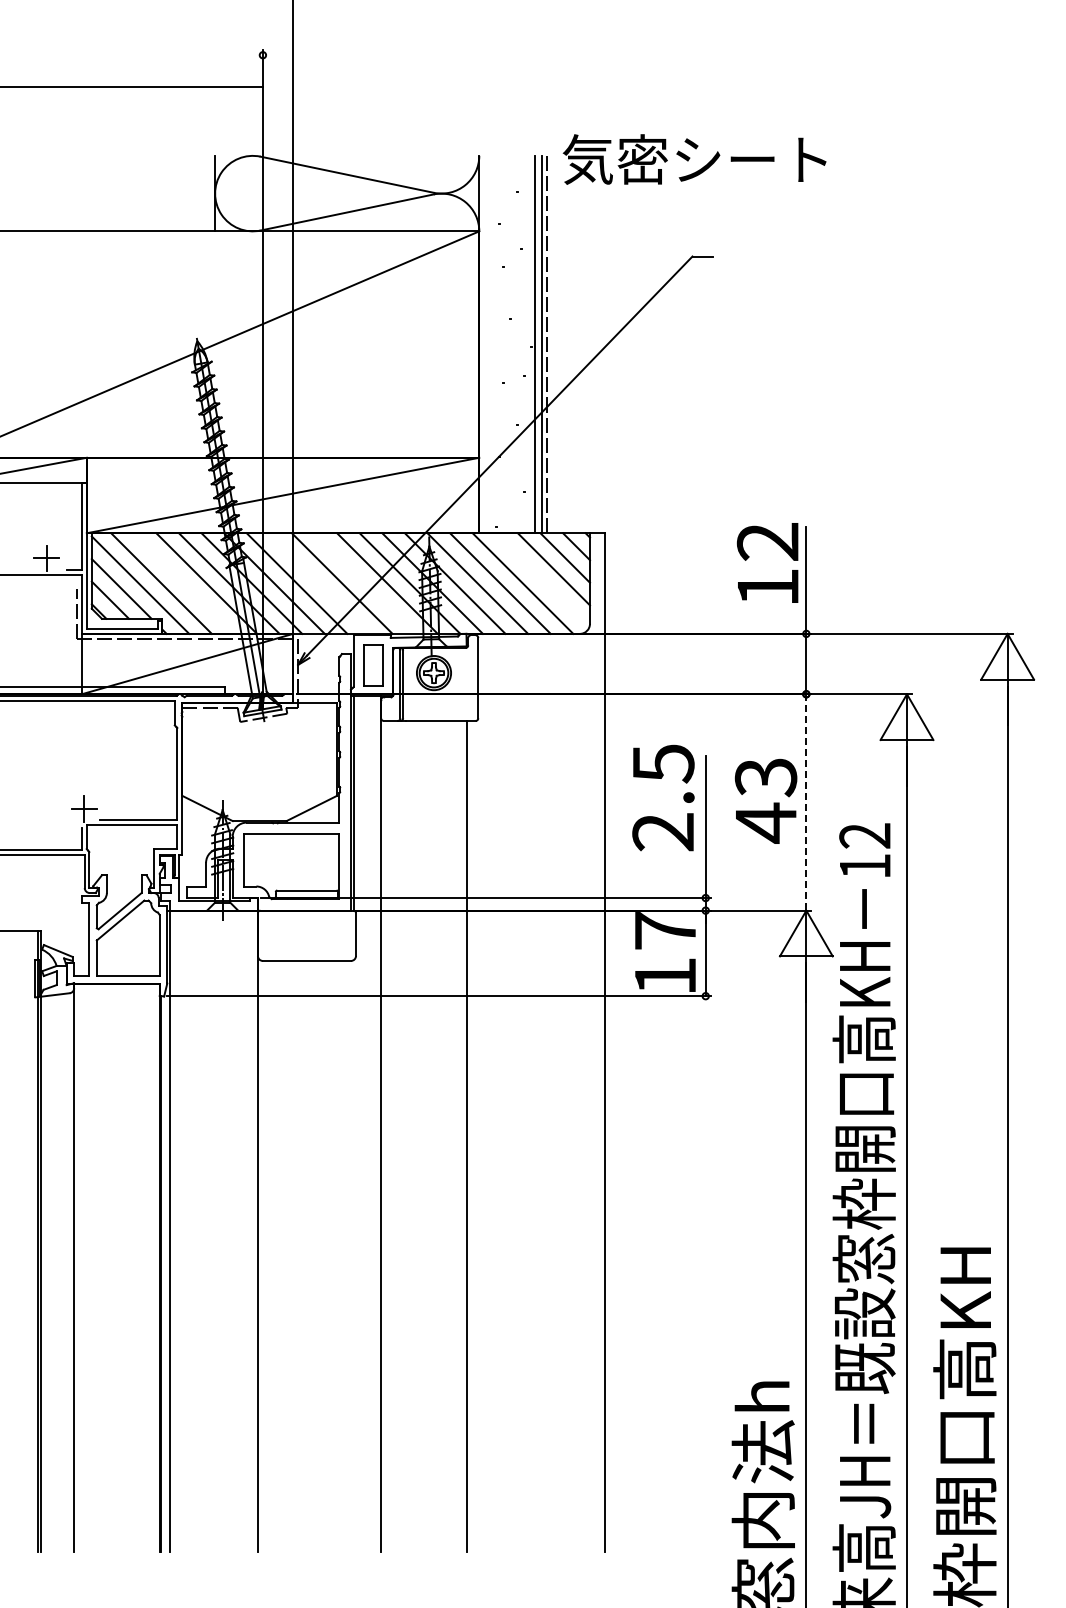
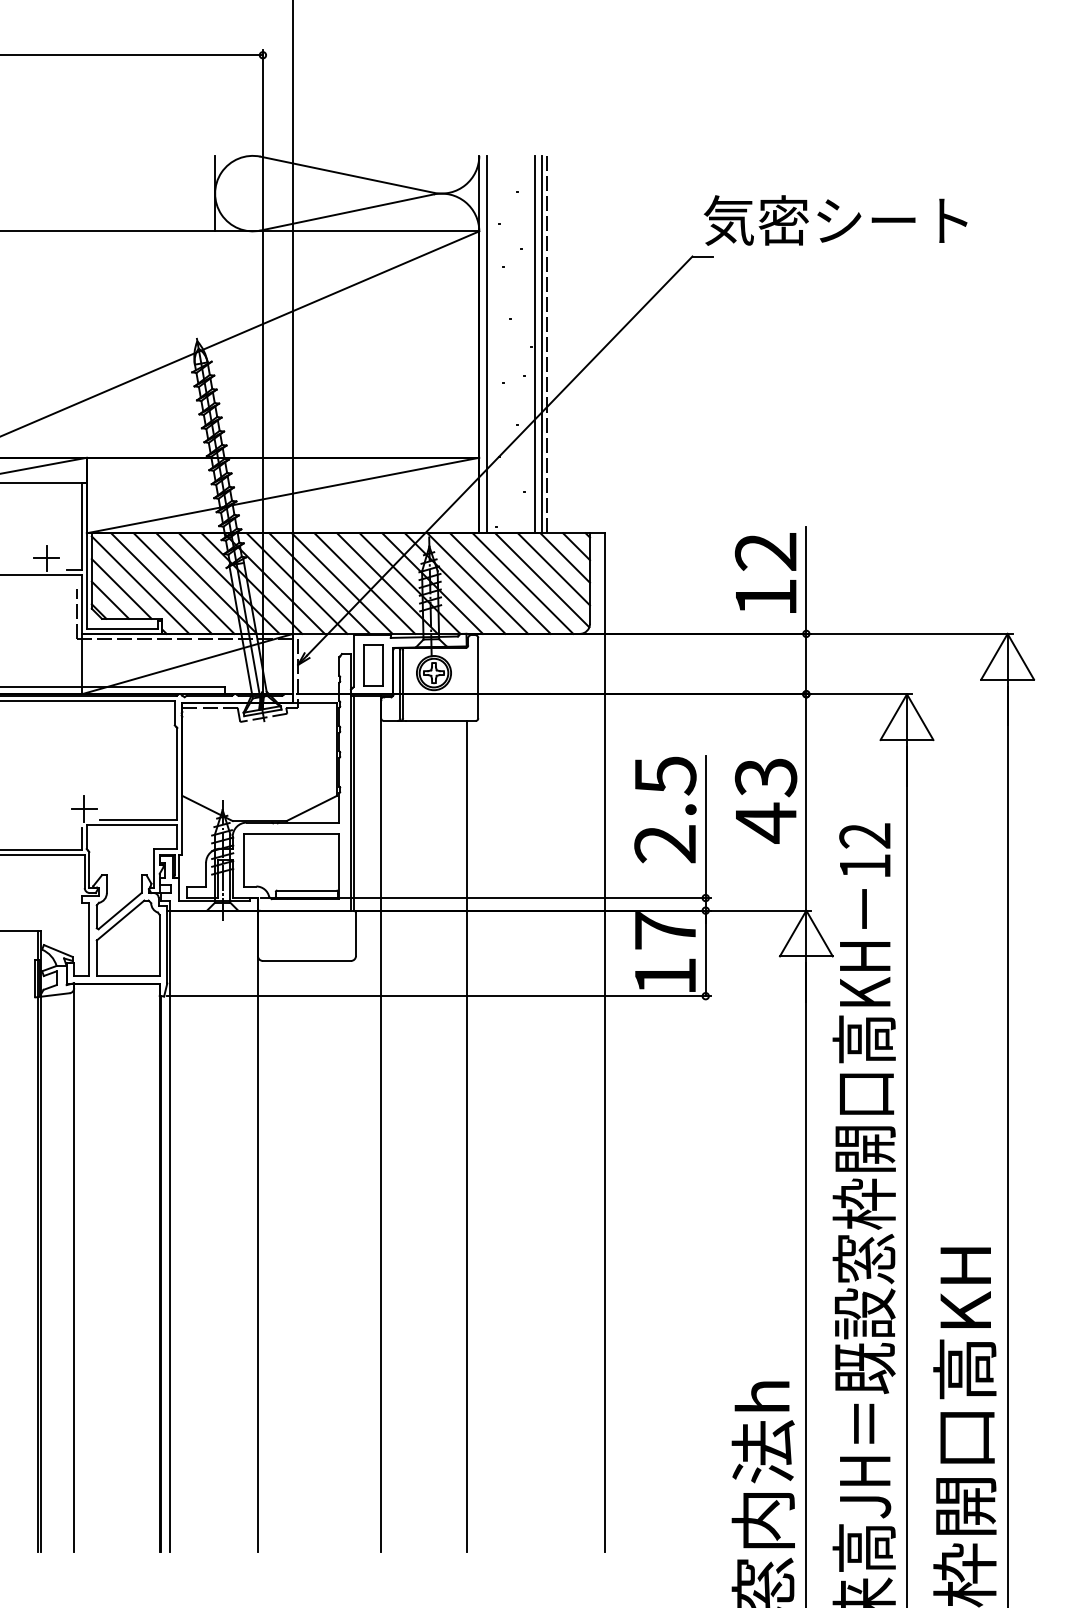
line at (132, 87) position: (132, 87) -> (132, 55)
text at (694, 159) position: (694, 159) -> (835, 220)
line at (486, 344): none -> present
text at (767, 562) position: (767, 562) -> (765, 572)
line at (542, 580): none -> present
line at (183, 583): none -> present
line at (319, 583): none -> present
line at (364, 583): none -> present
text at (663, 797) position: (663, 797) -> (665, 809)
line at (806, 802): dashed -> solid
